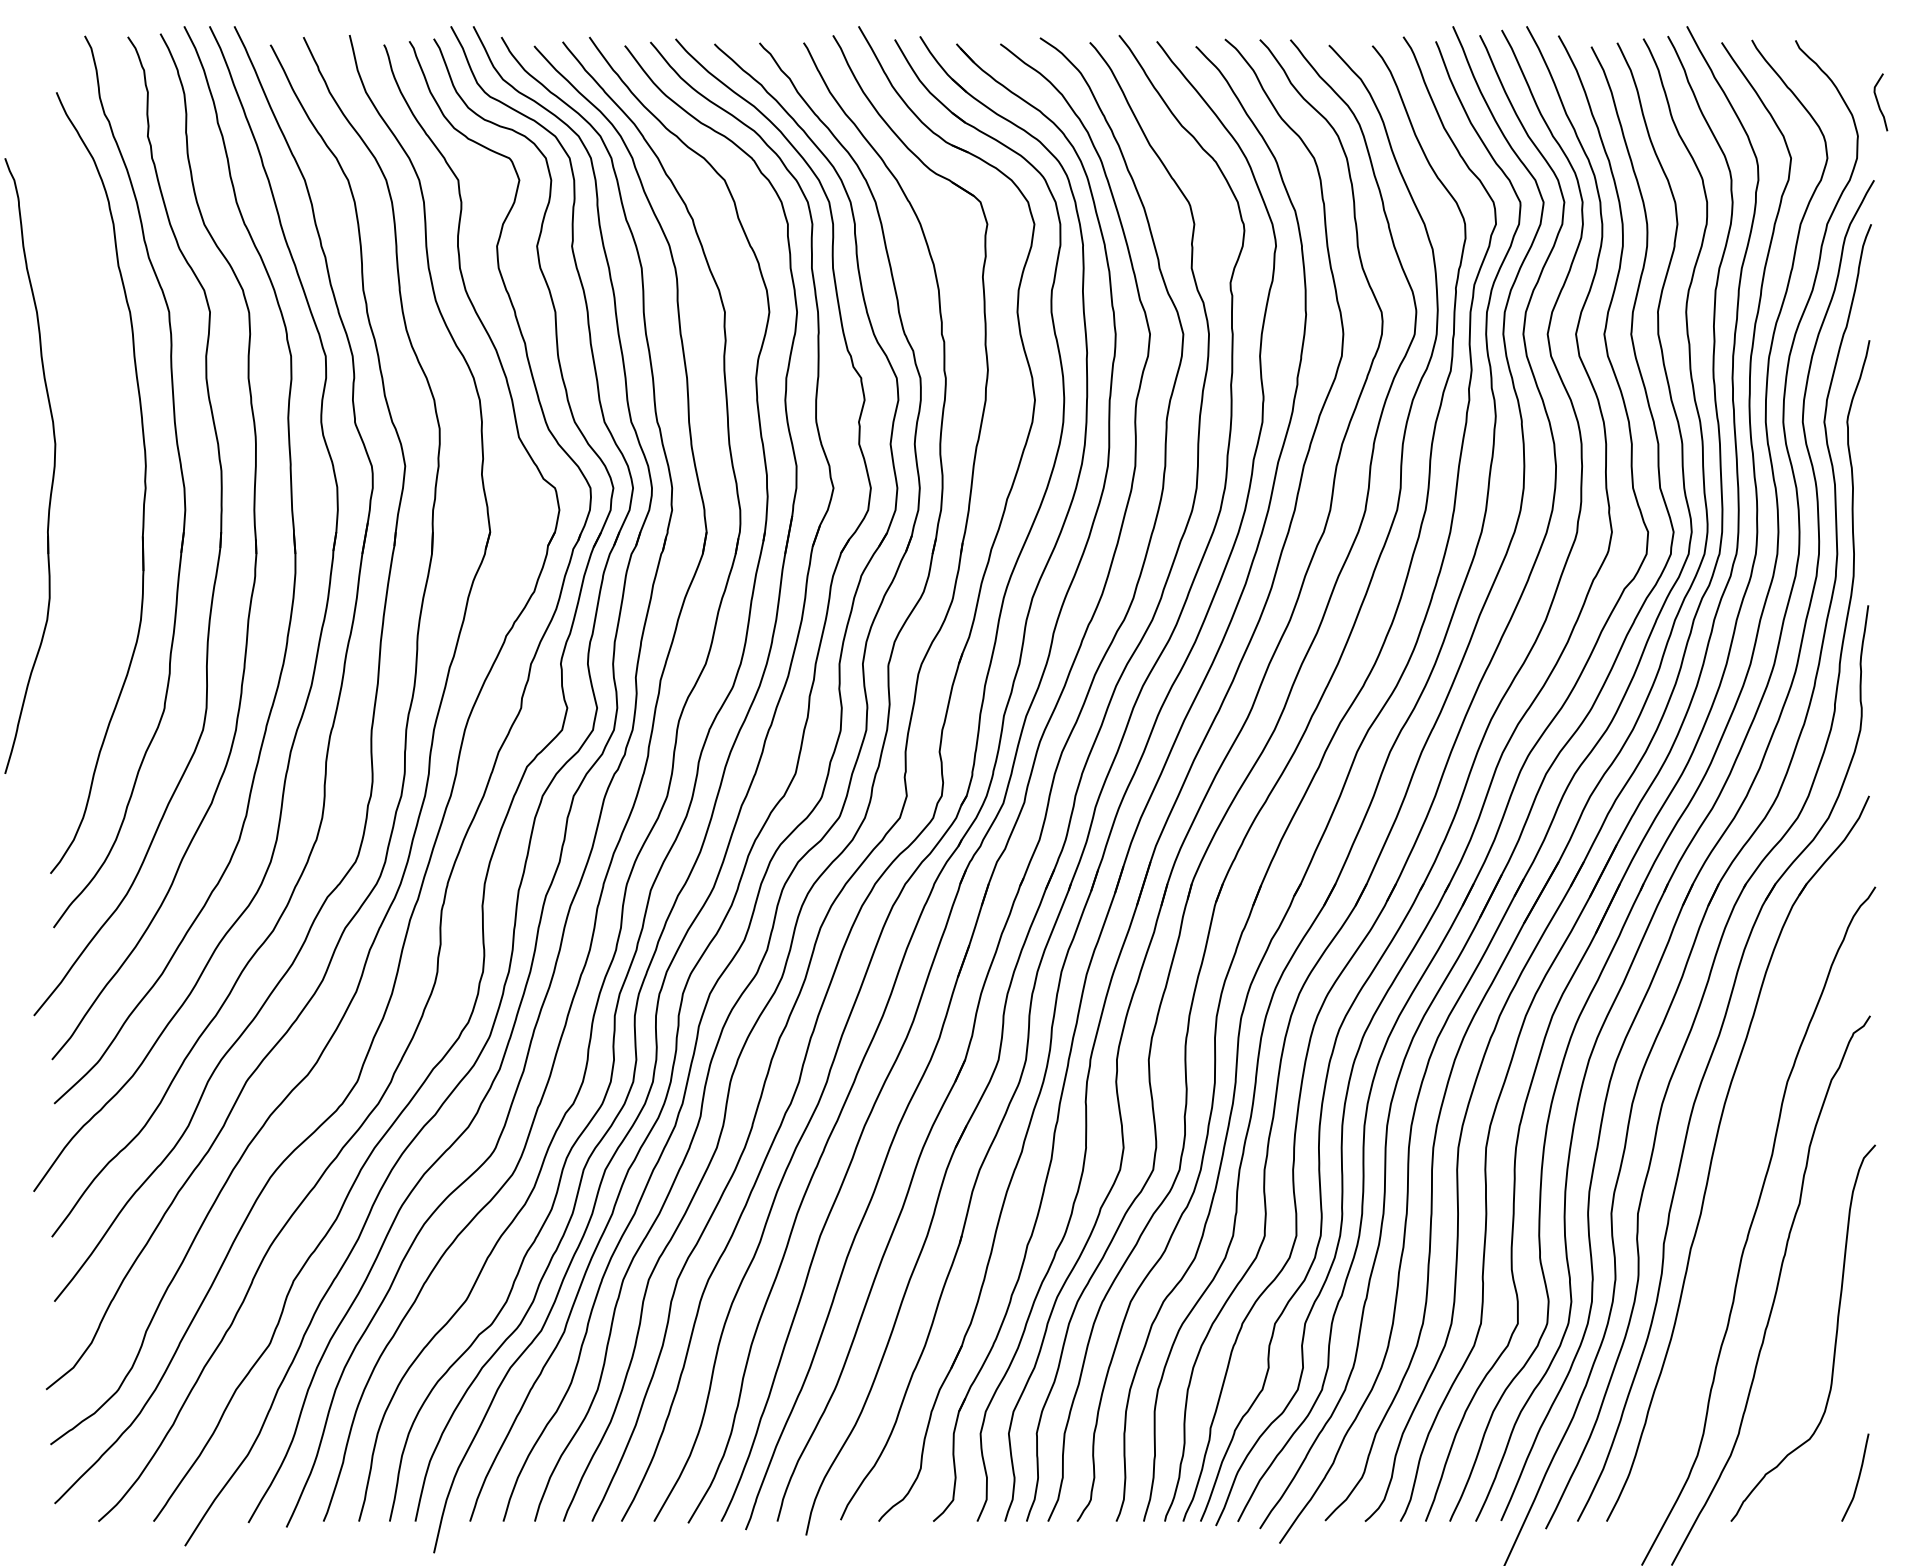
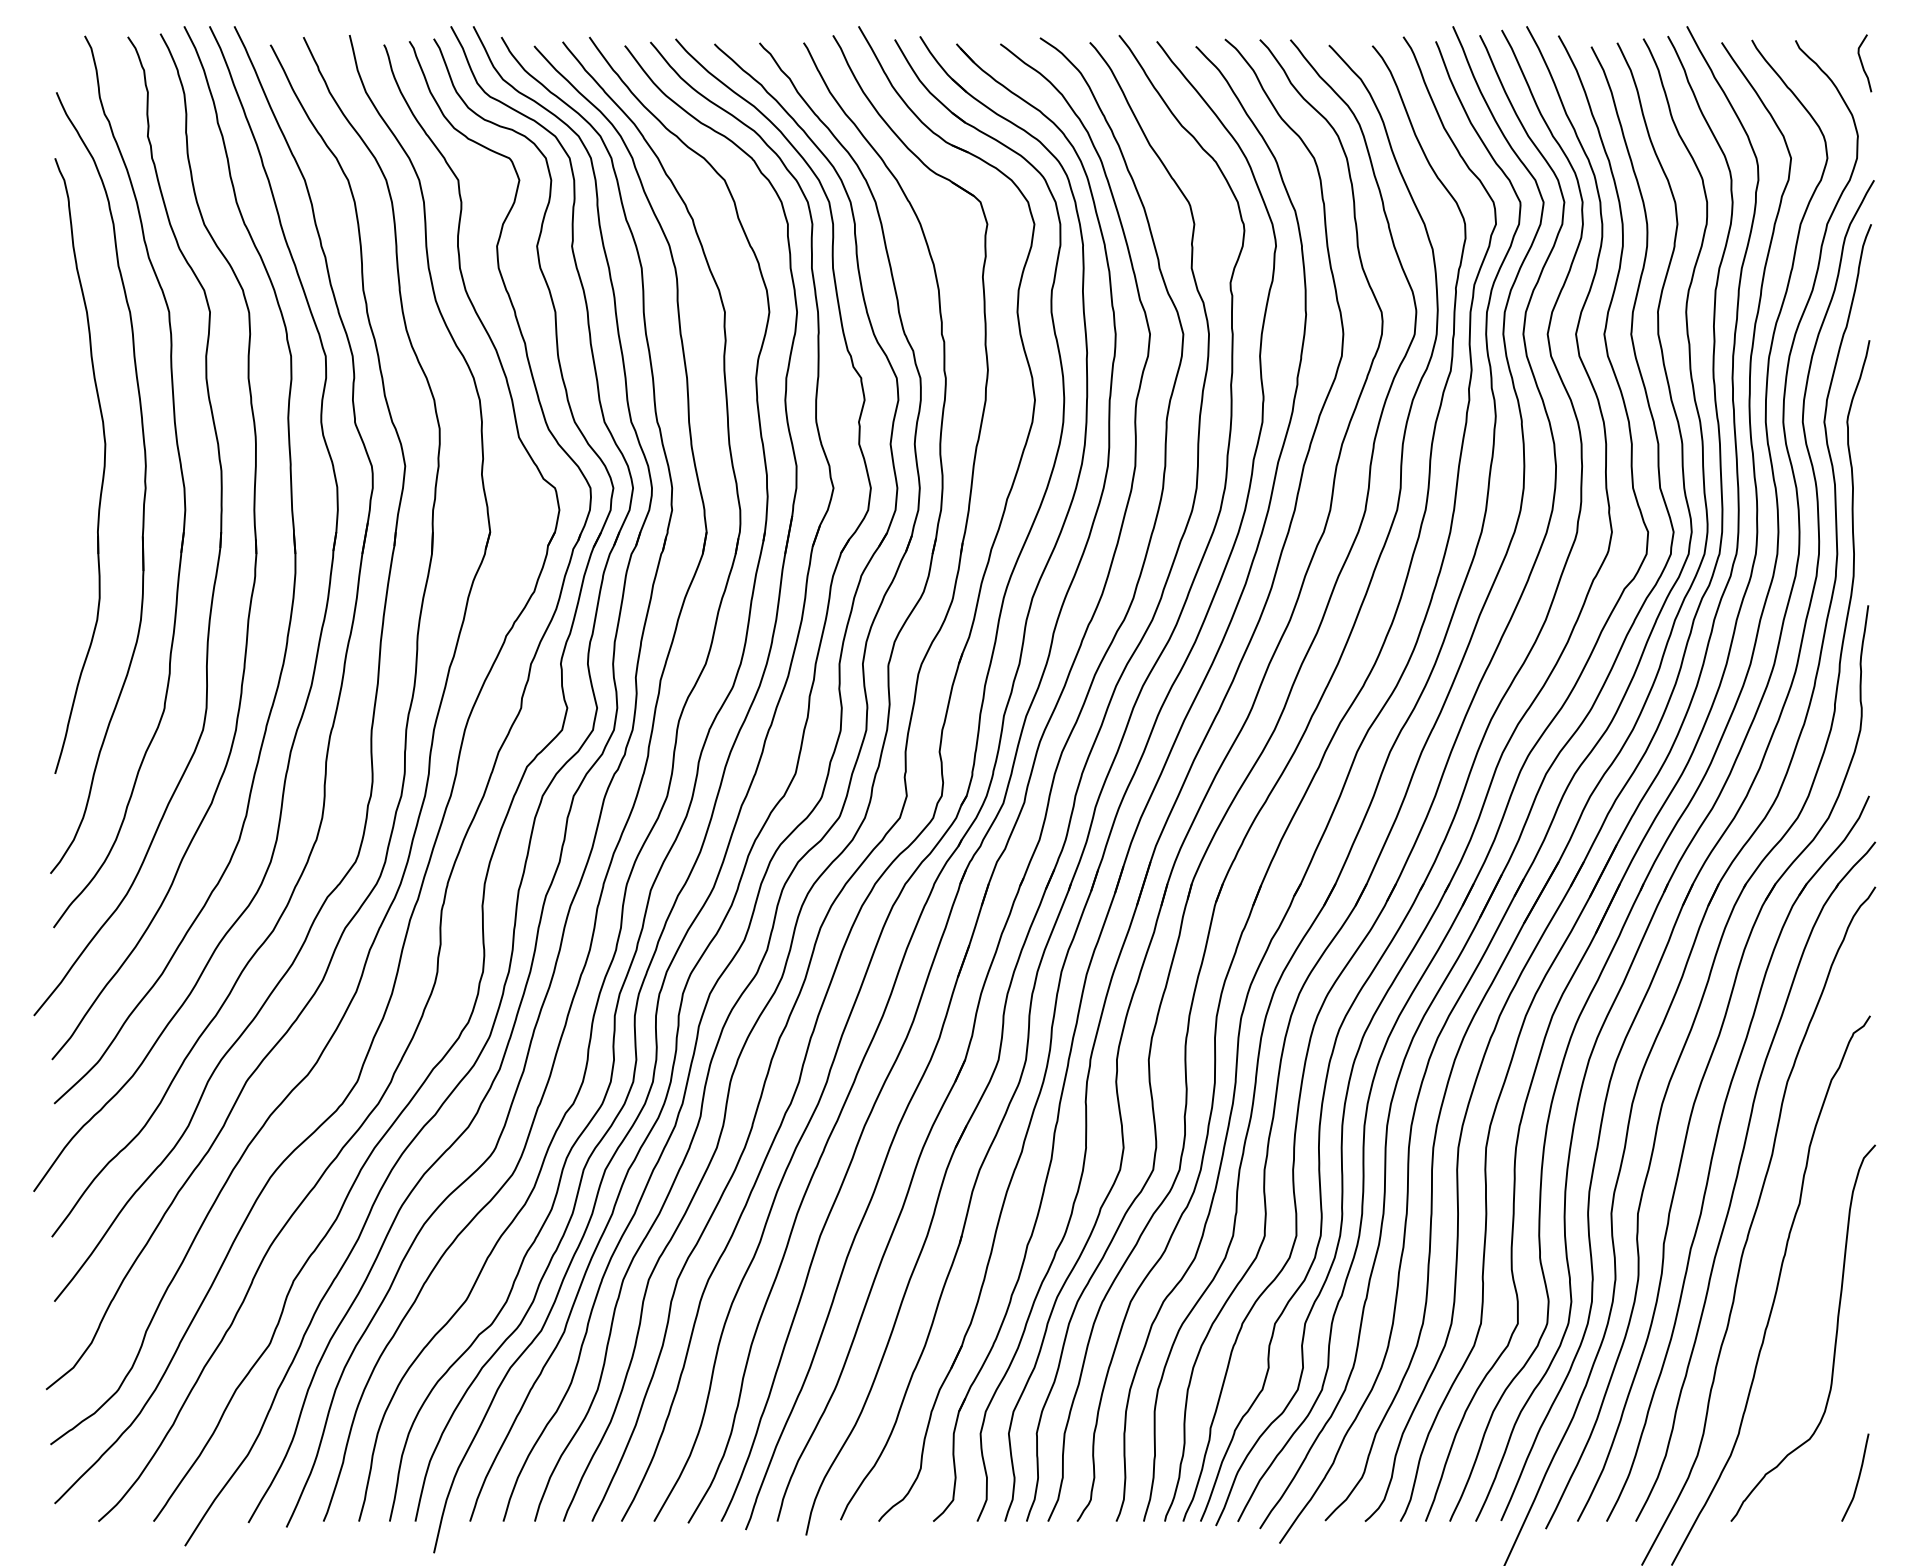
curve at (1879, 103) position: (1879, 103) -> (1863, 64)
part at (53, 465) position: (53, 465) -> (103, 465)
part at (1738, 1175): none -> present
